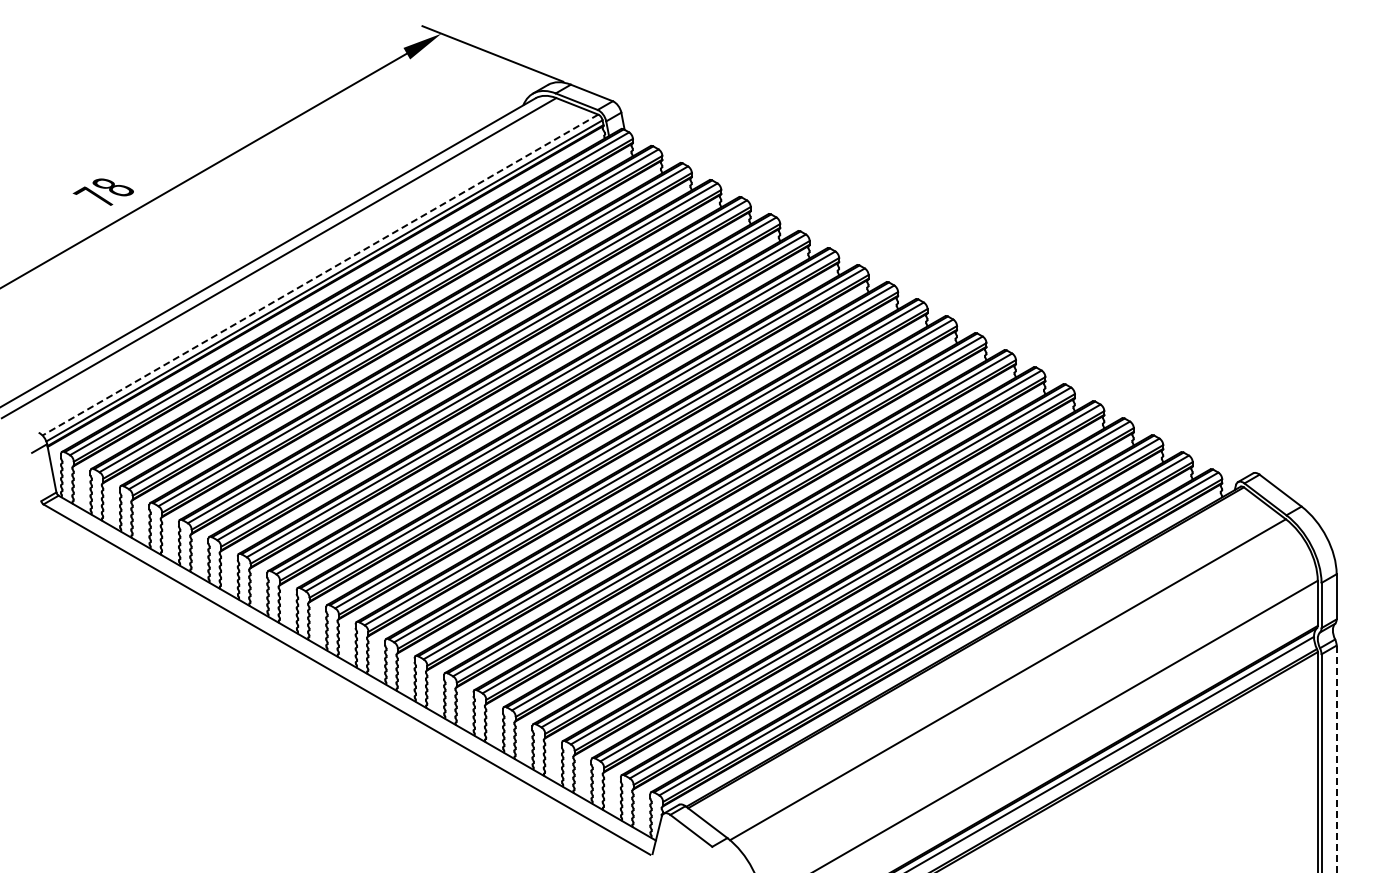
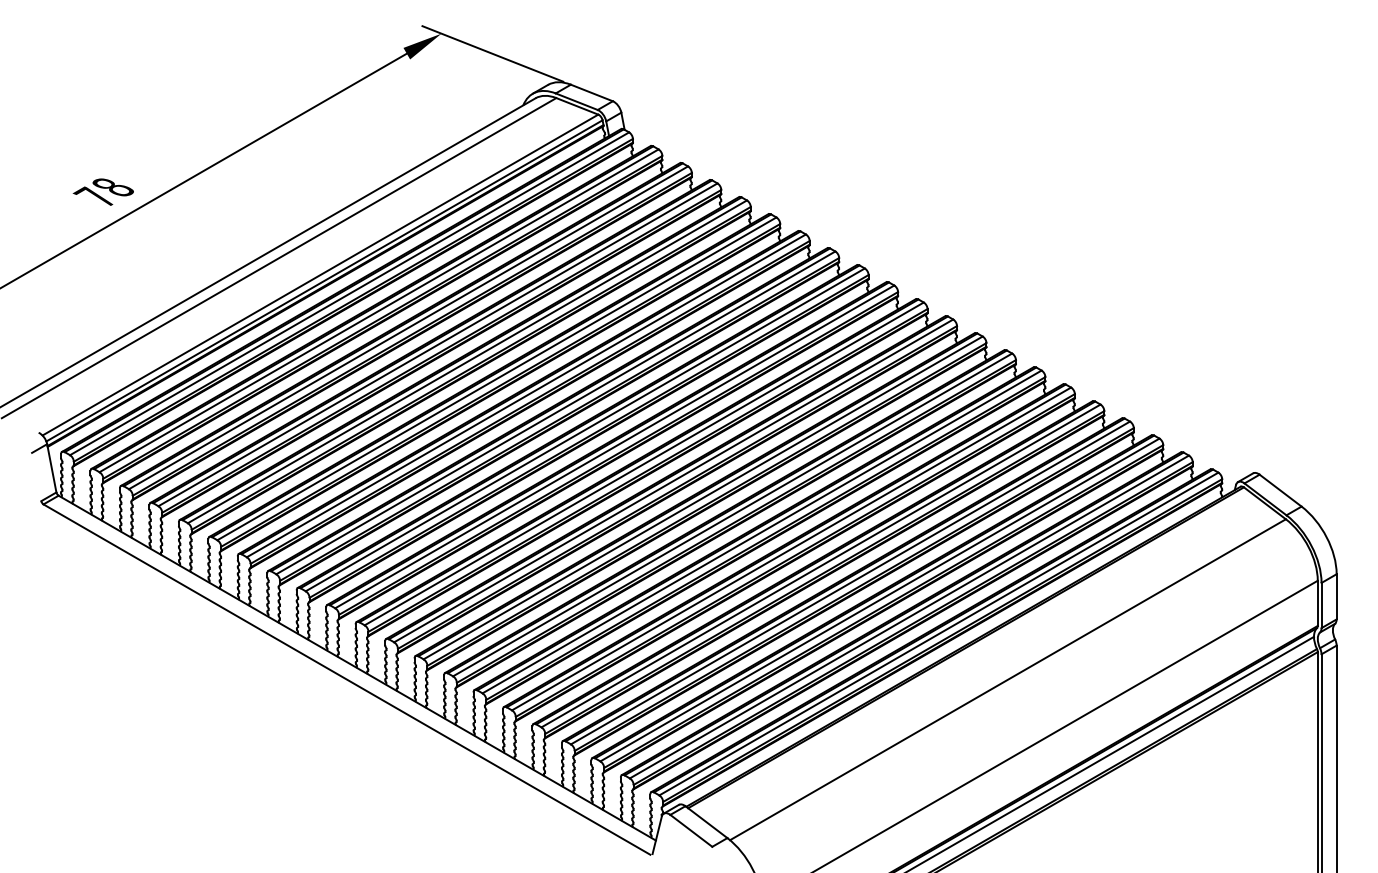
line at (320, 275): dashed -> solid
line at (1336, 759): dashed -> solid
